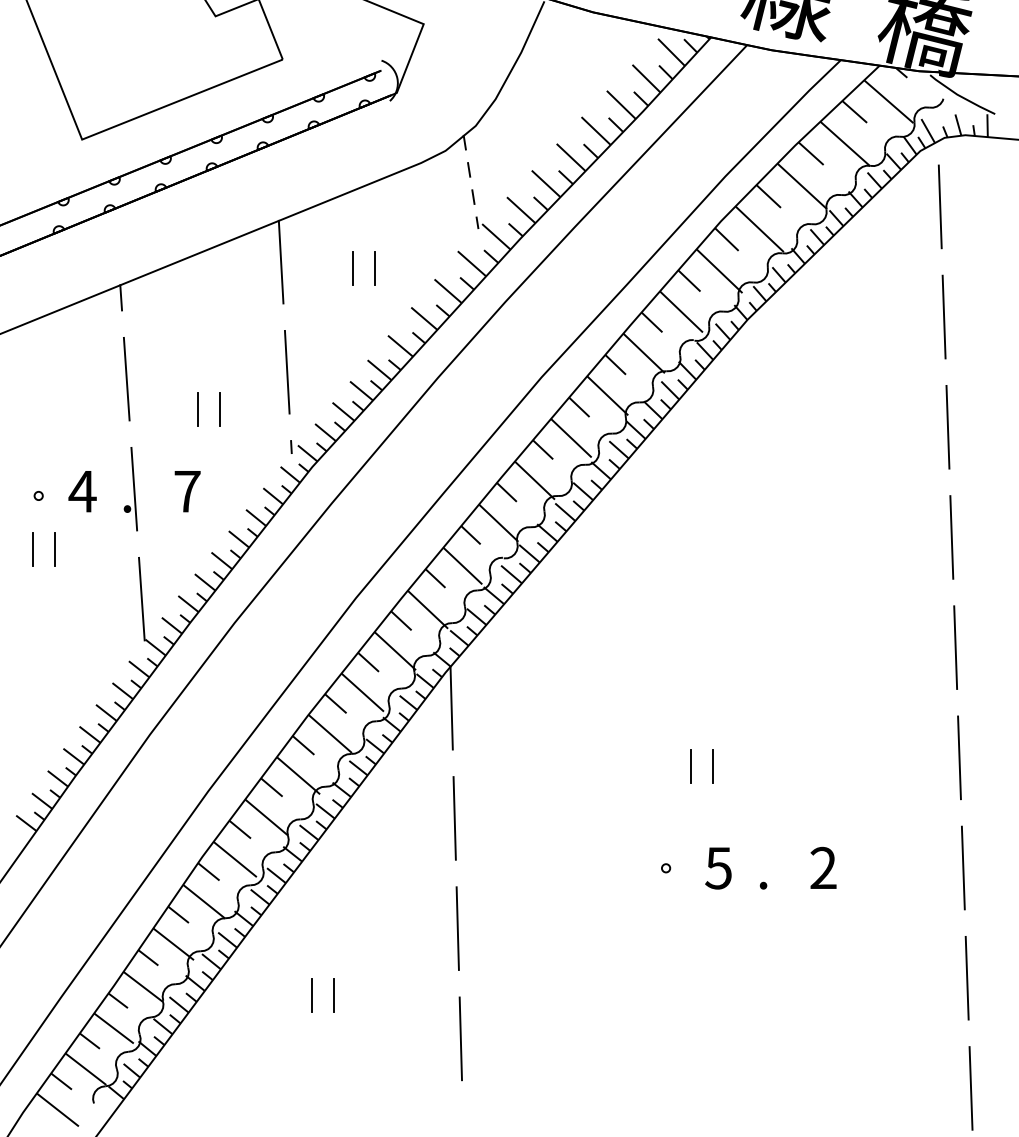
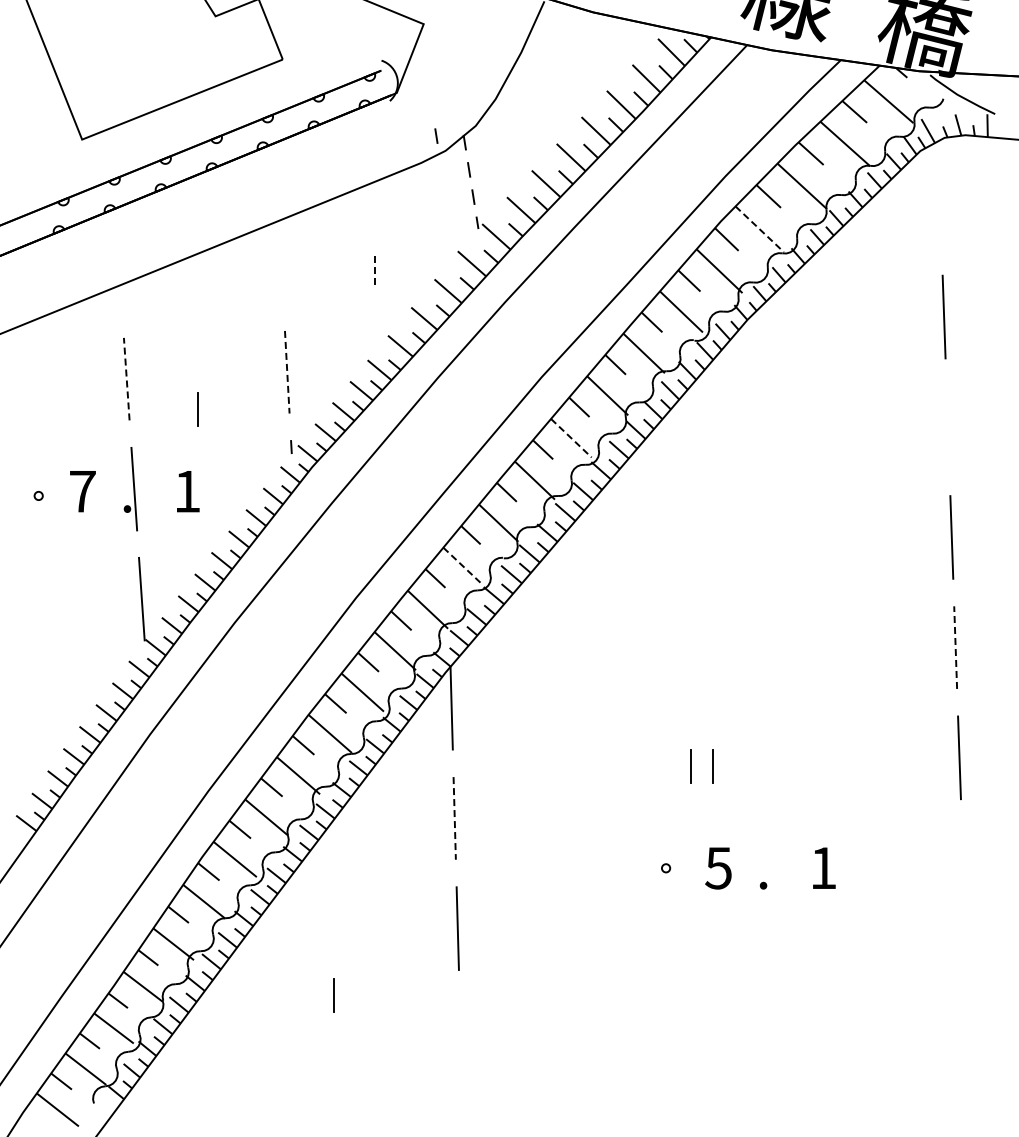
line at (436, 135): none -> present
line at (939, 206): present -> none
line at (760, 229): solid -> dashed
line at (280, 261): present -> none
line at (353, 267): present -> none
line at (375, 268): solid -> dashed
line at (121, 297): present -> none
line at (287, 372): solid -> dashed
line at (126, 378): solid -> dashed
line at (219, 409): present -> none
line at (947, 426): present -> none
line at (571, 438): solid -> dashed
text at (82, 491): 4 -> 7
text at (187, 491): 7 -> 1
line at (33, 548): present -> none
line at (55, 548): present -> none
line at (462, 566): solid -> dashed
line at (955, 647): solid -> dashed
line at (454, 818): solid -> dashed
text at (823, 867): 2 -> 1
line at (962, 867): present -> none
line at (966, 977): present -> none
line at (311, 994): present -> none
line at (460, 1038): present -> none
line at (970, 1088): present -> none
